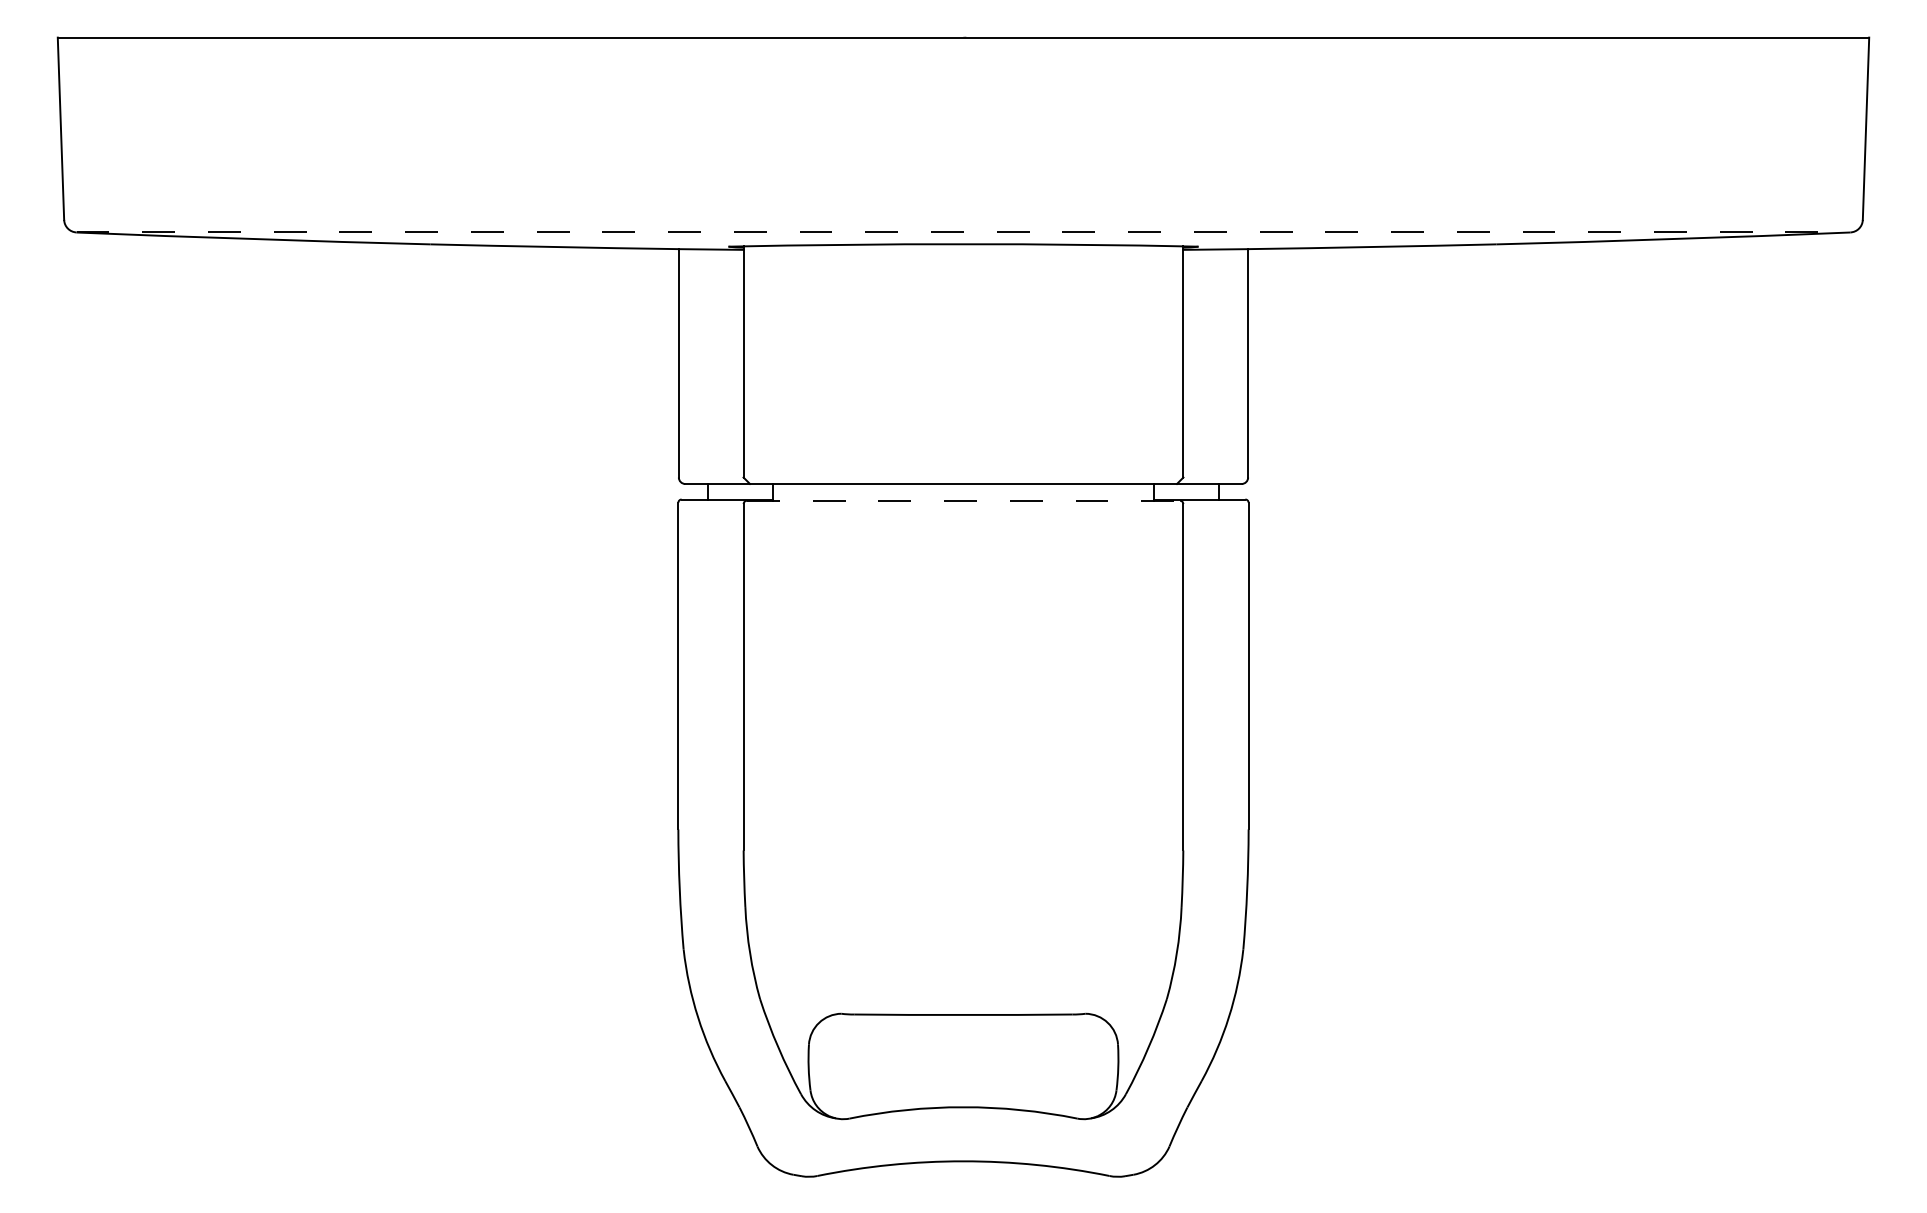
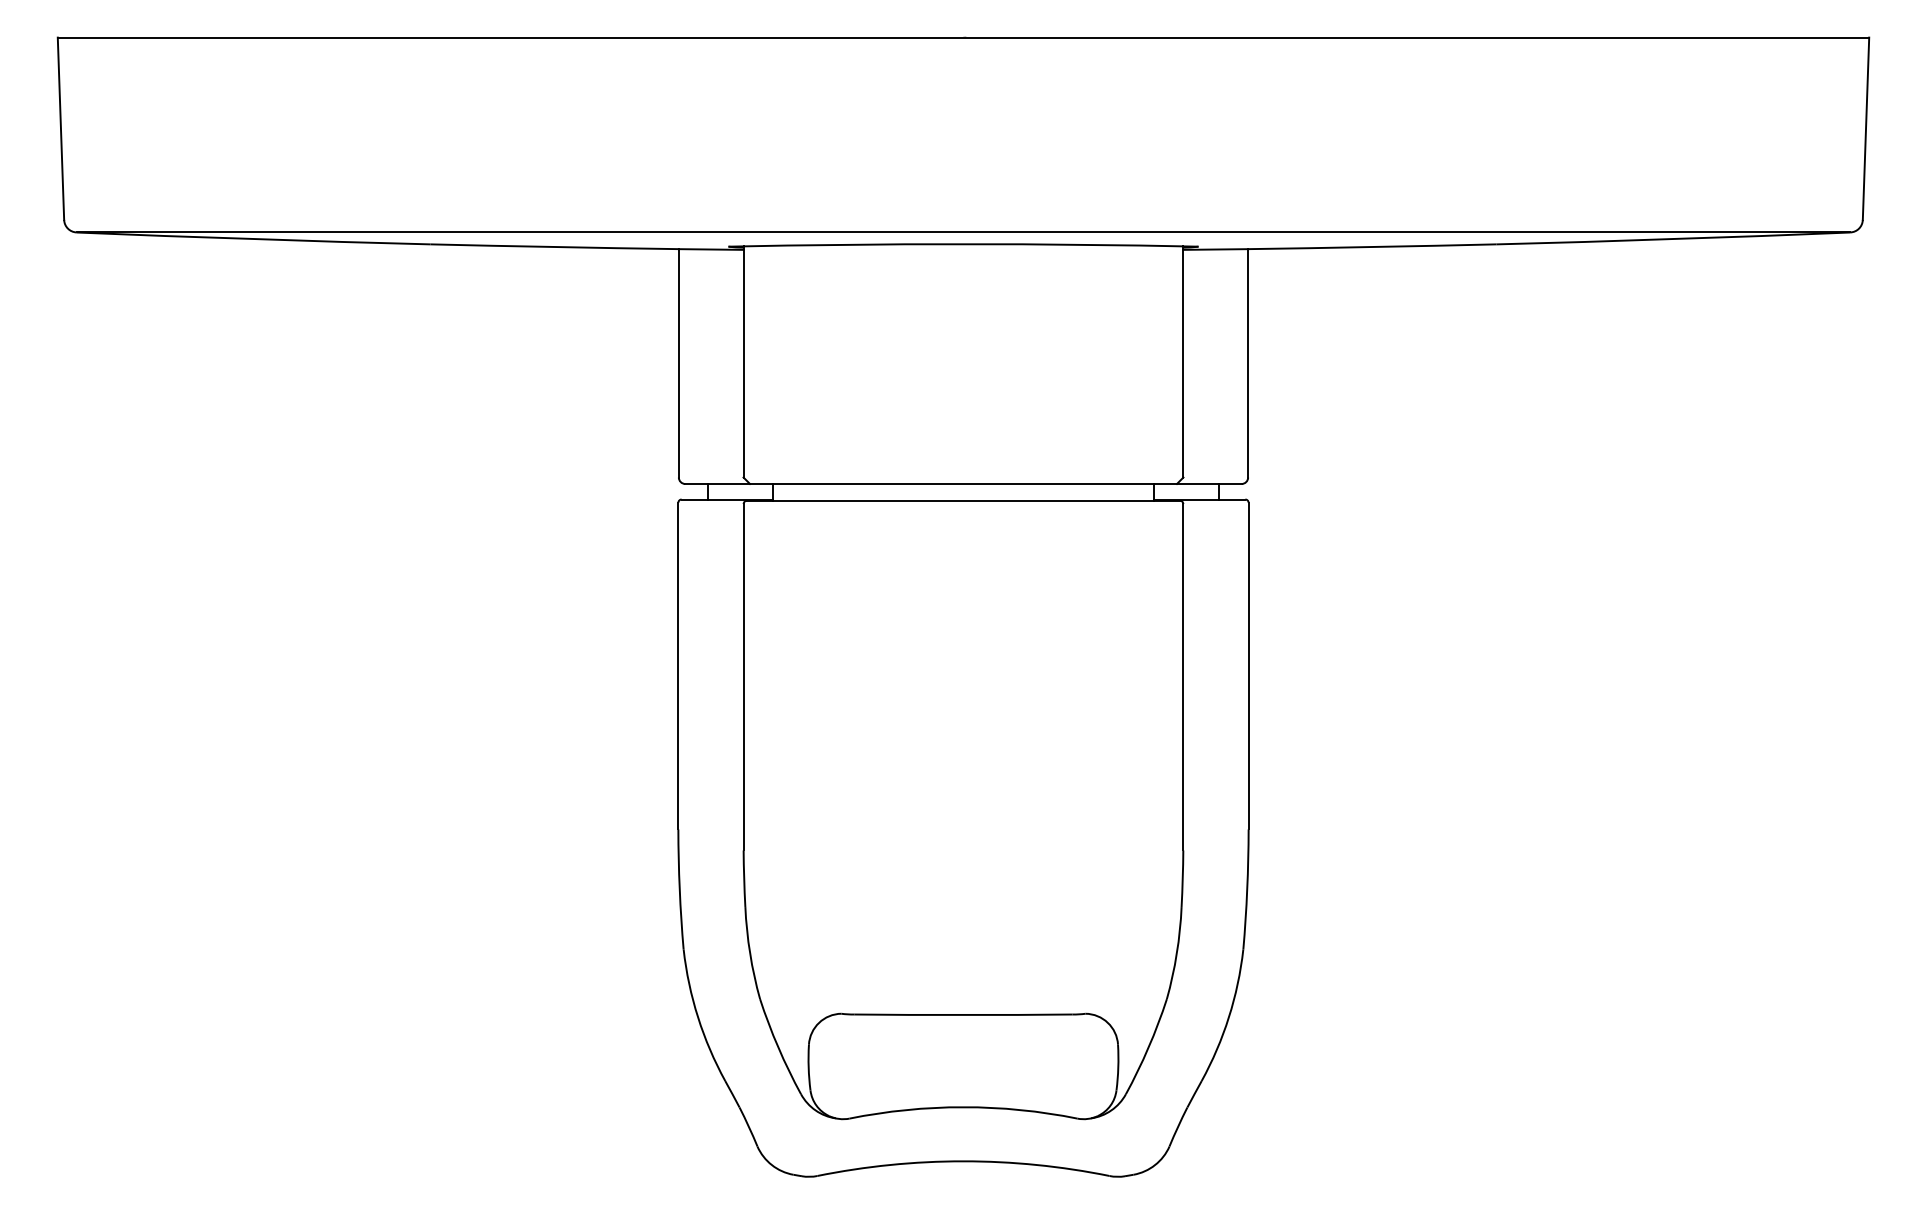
line at (963, 232): dashed -> solid
line at (963, 500): dashed -> solid
